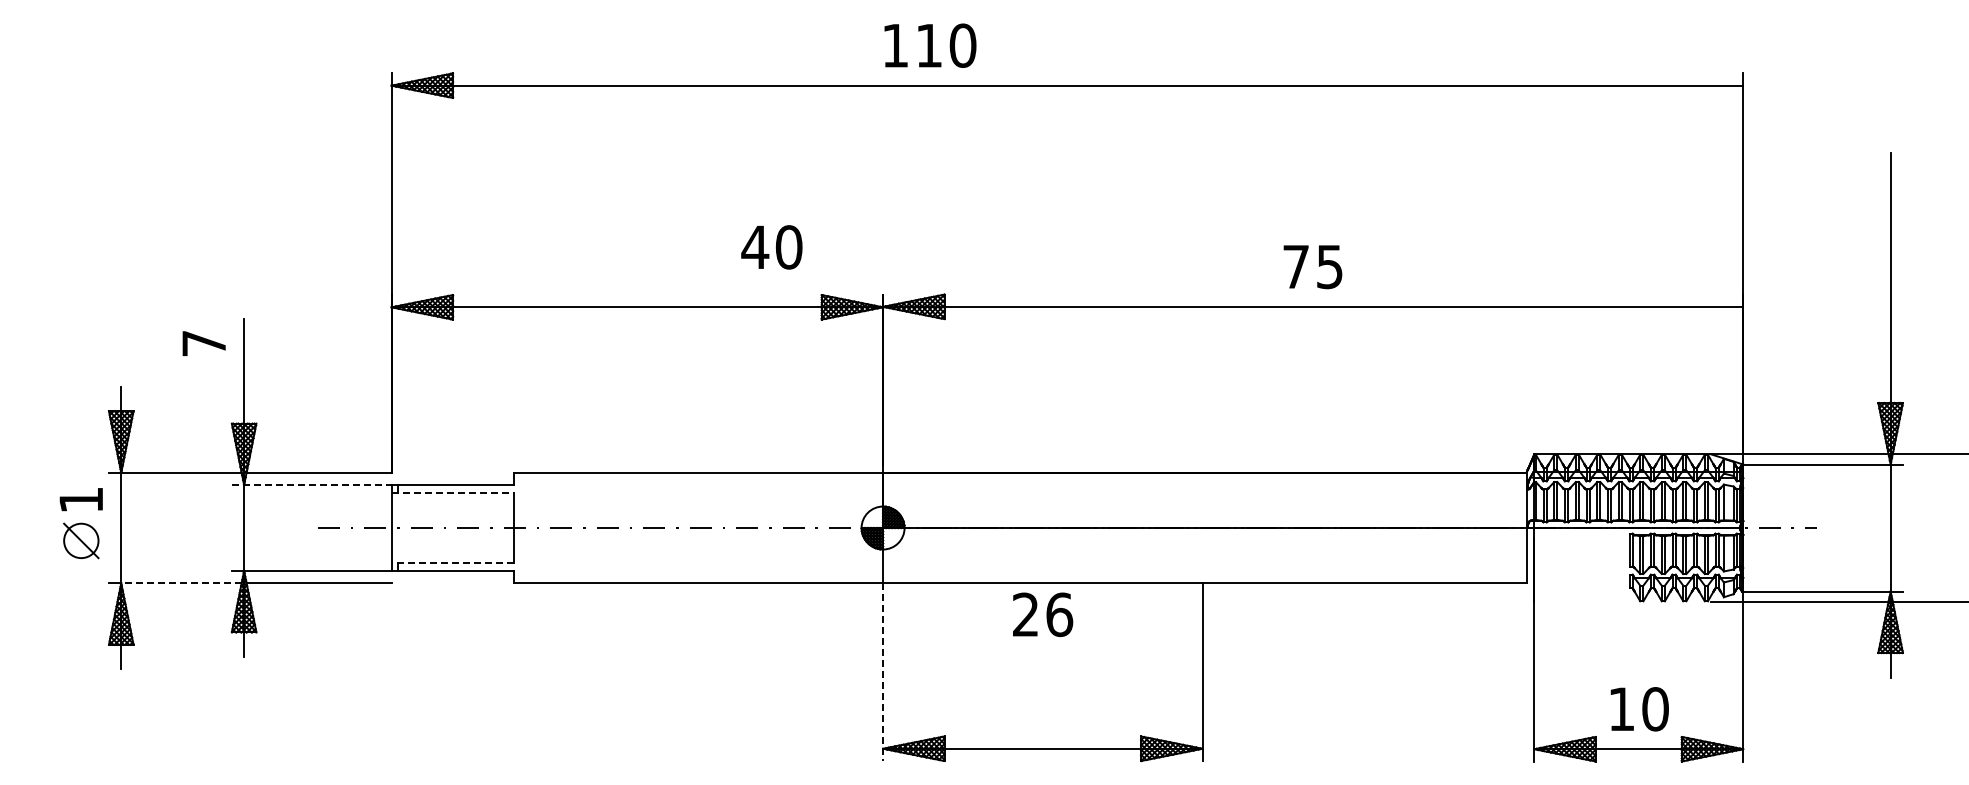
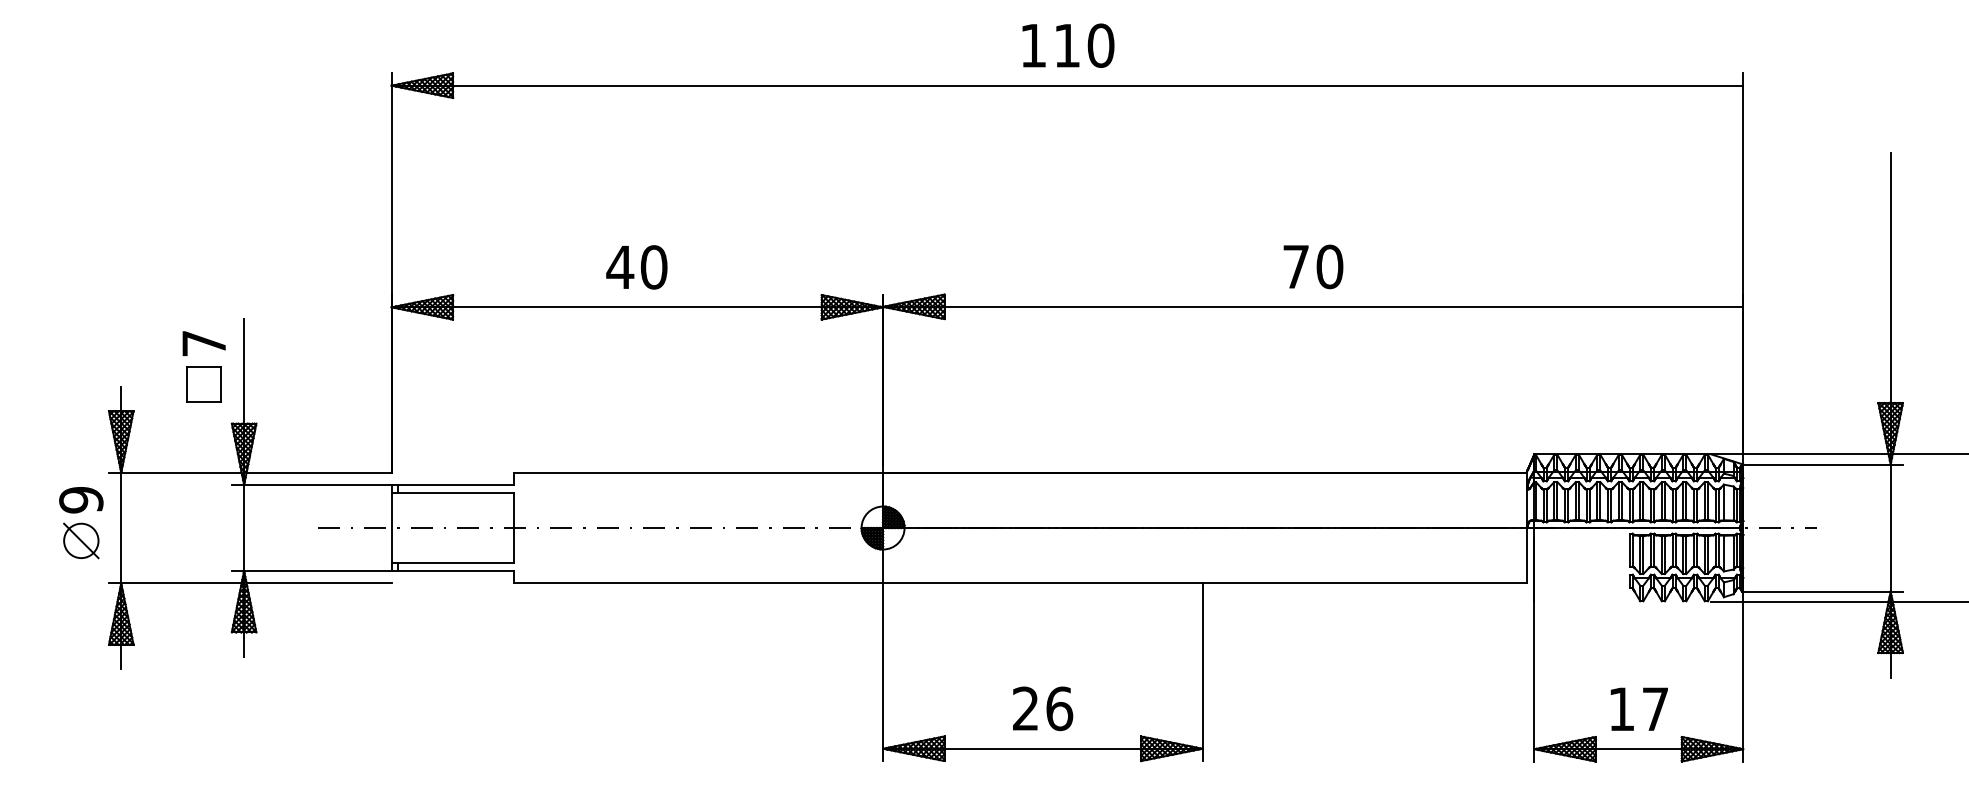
text at (930, 45) position: (930, 45) -> (1068, 45)
text at (771, 247) position: (771, 247) -> (636, 267)
text at (1329, 266): 75 -> 70
part at (203, 384): none -> present
line at (311, 485): dashed -> solid
line at (453, 493): dashed -> solid
text at (81, 500): 1 -> 9
line at (452, 562): dashed -> solid
line at (180, 583): dashed -> solid
text at (1043, 614) position: (1043, 614) -> (1043, 708)
line at (883, 672): dashed -> solid
text at (1655, 709): 10 -> 17
